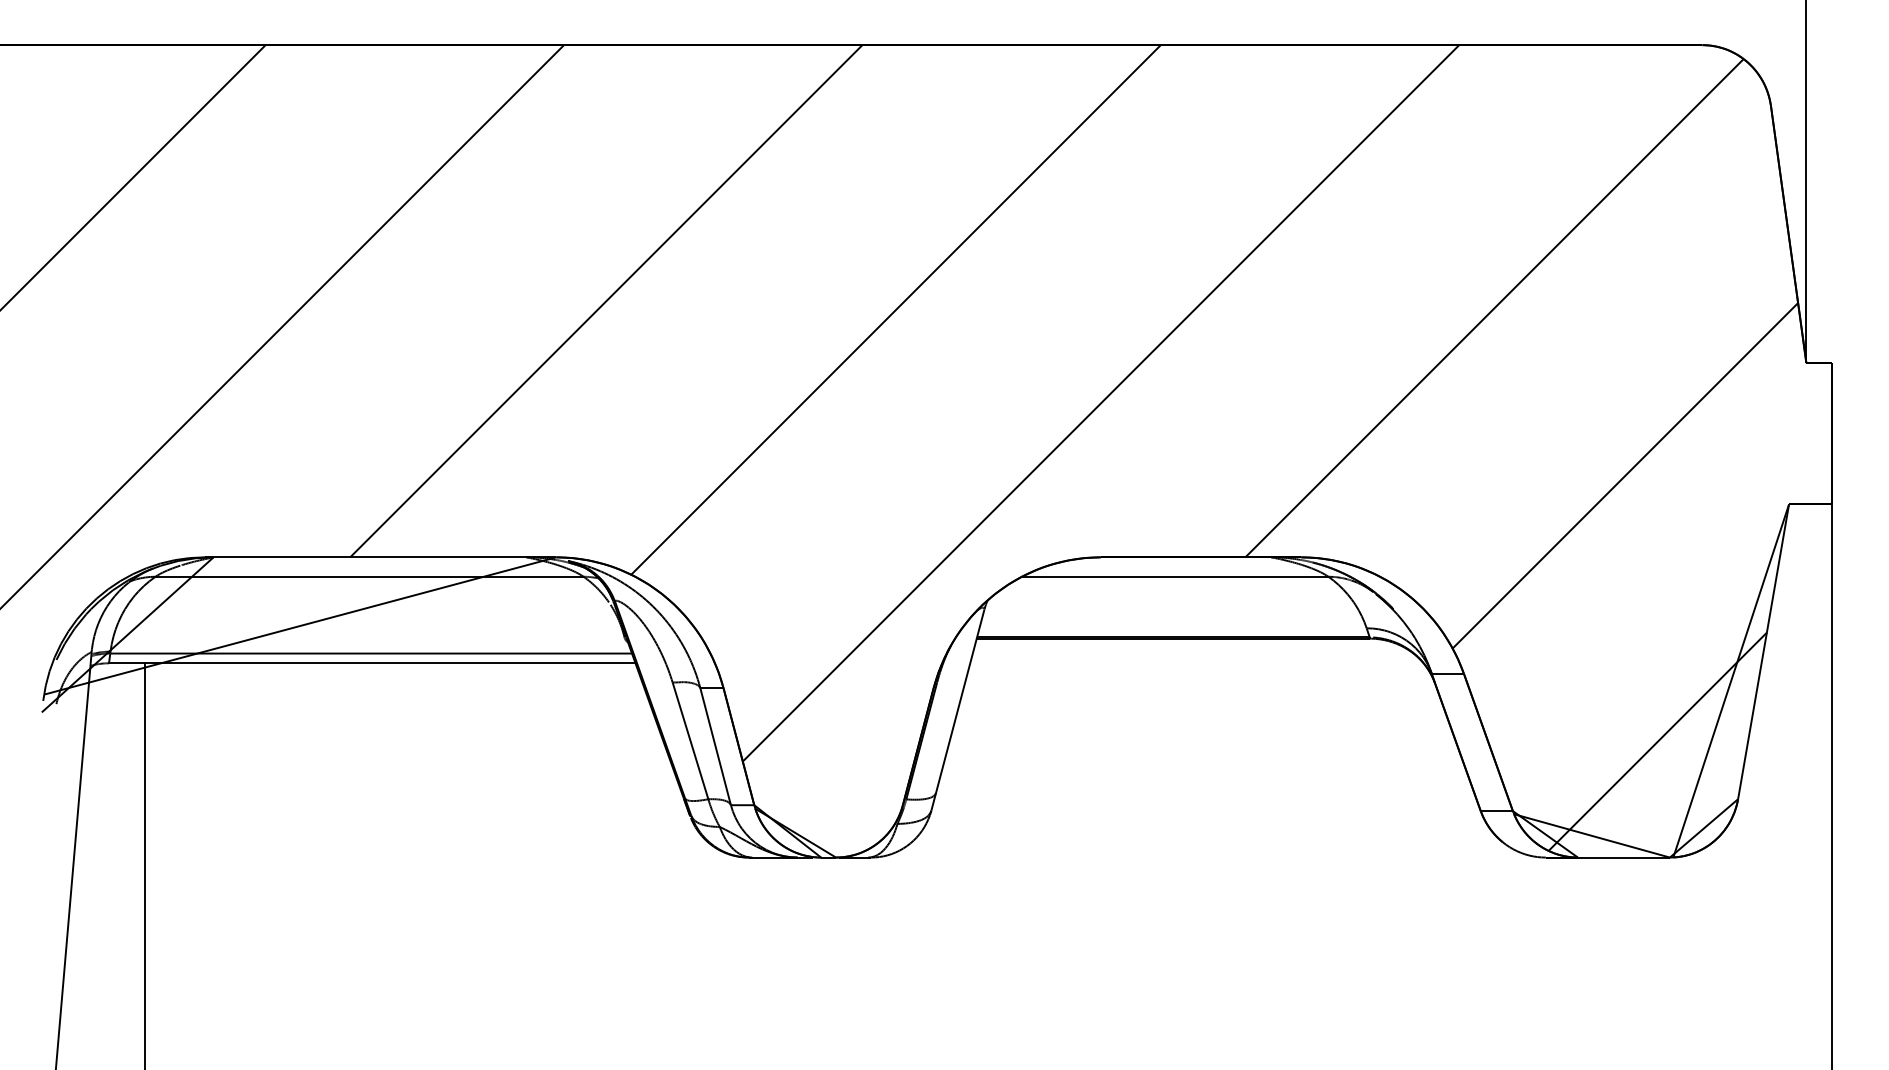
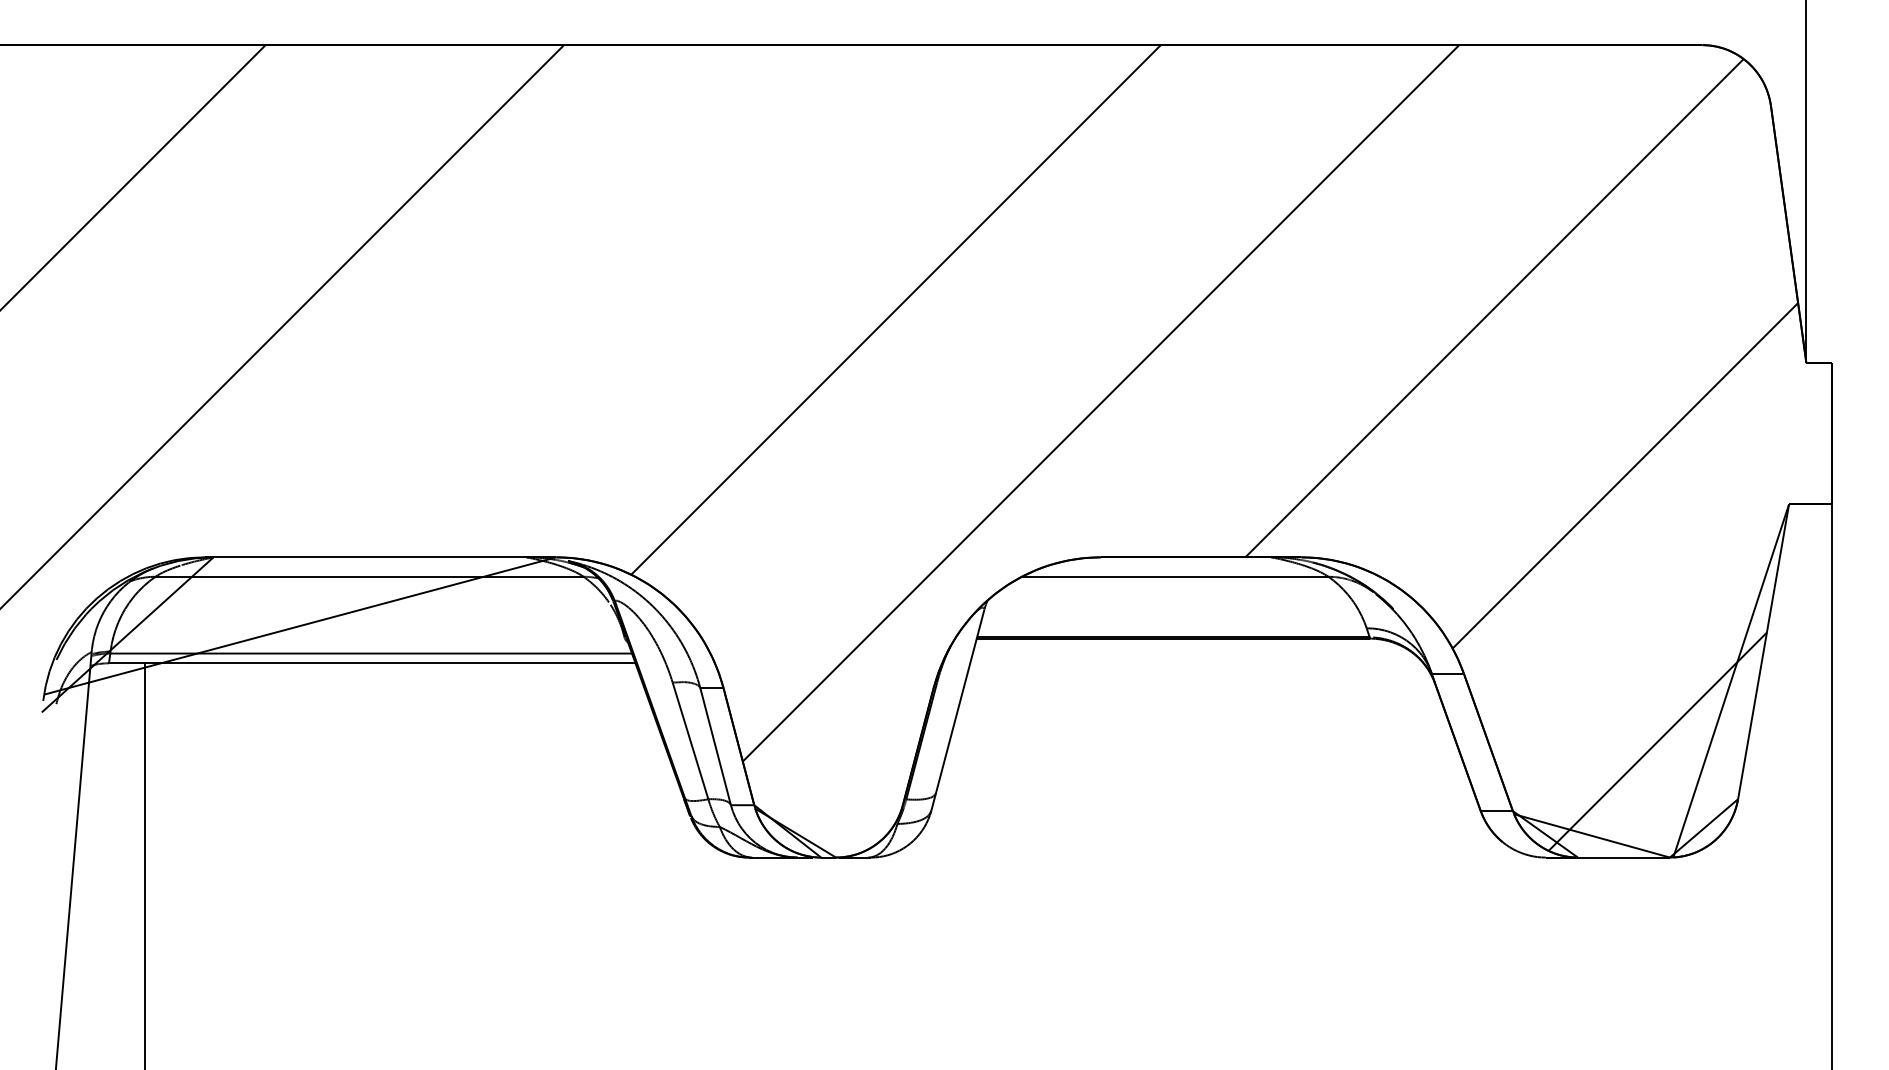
line at (606, 301): present -> none
